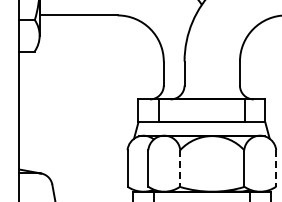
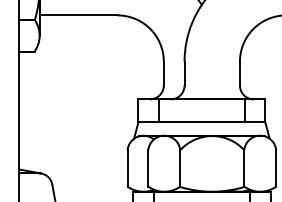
line at (180, 168): dashed -> solid
line at (276, 168): dashed -> solid
